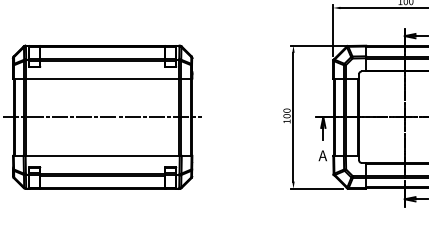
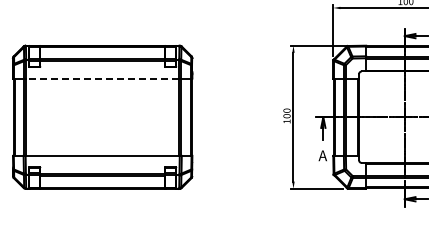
line at (102, 78): solid -> dashed
line at (102, 117): present -> none
